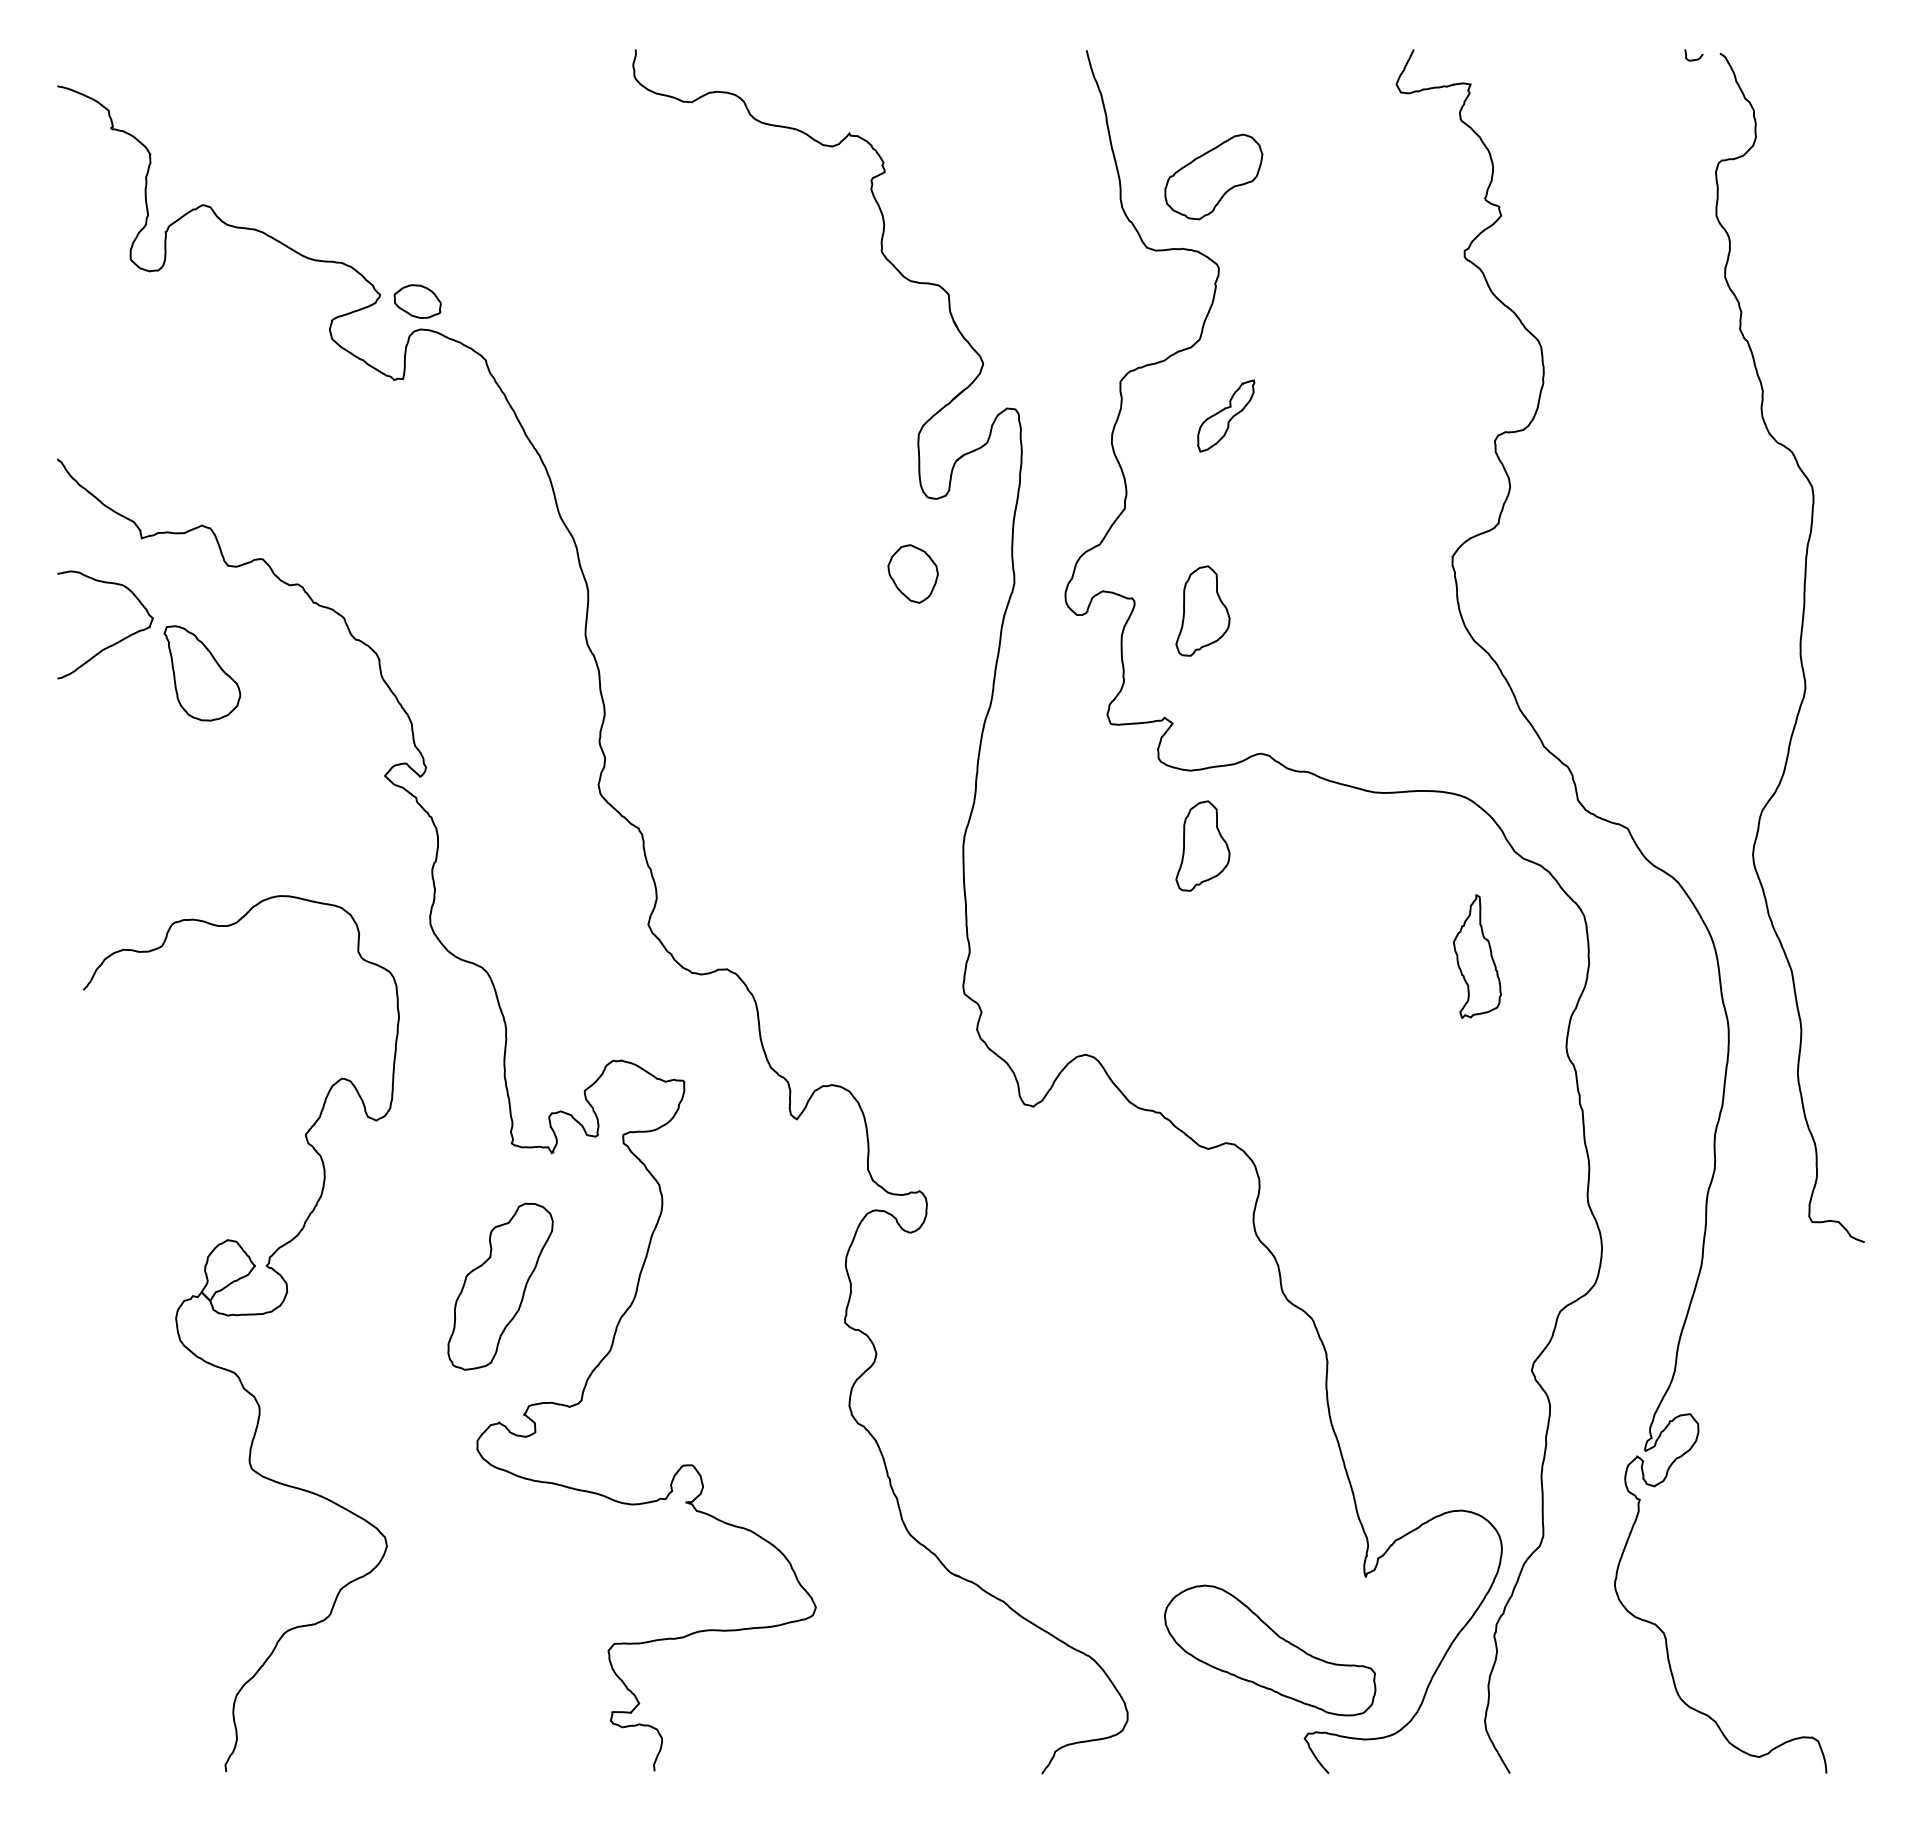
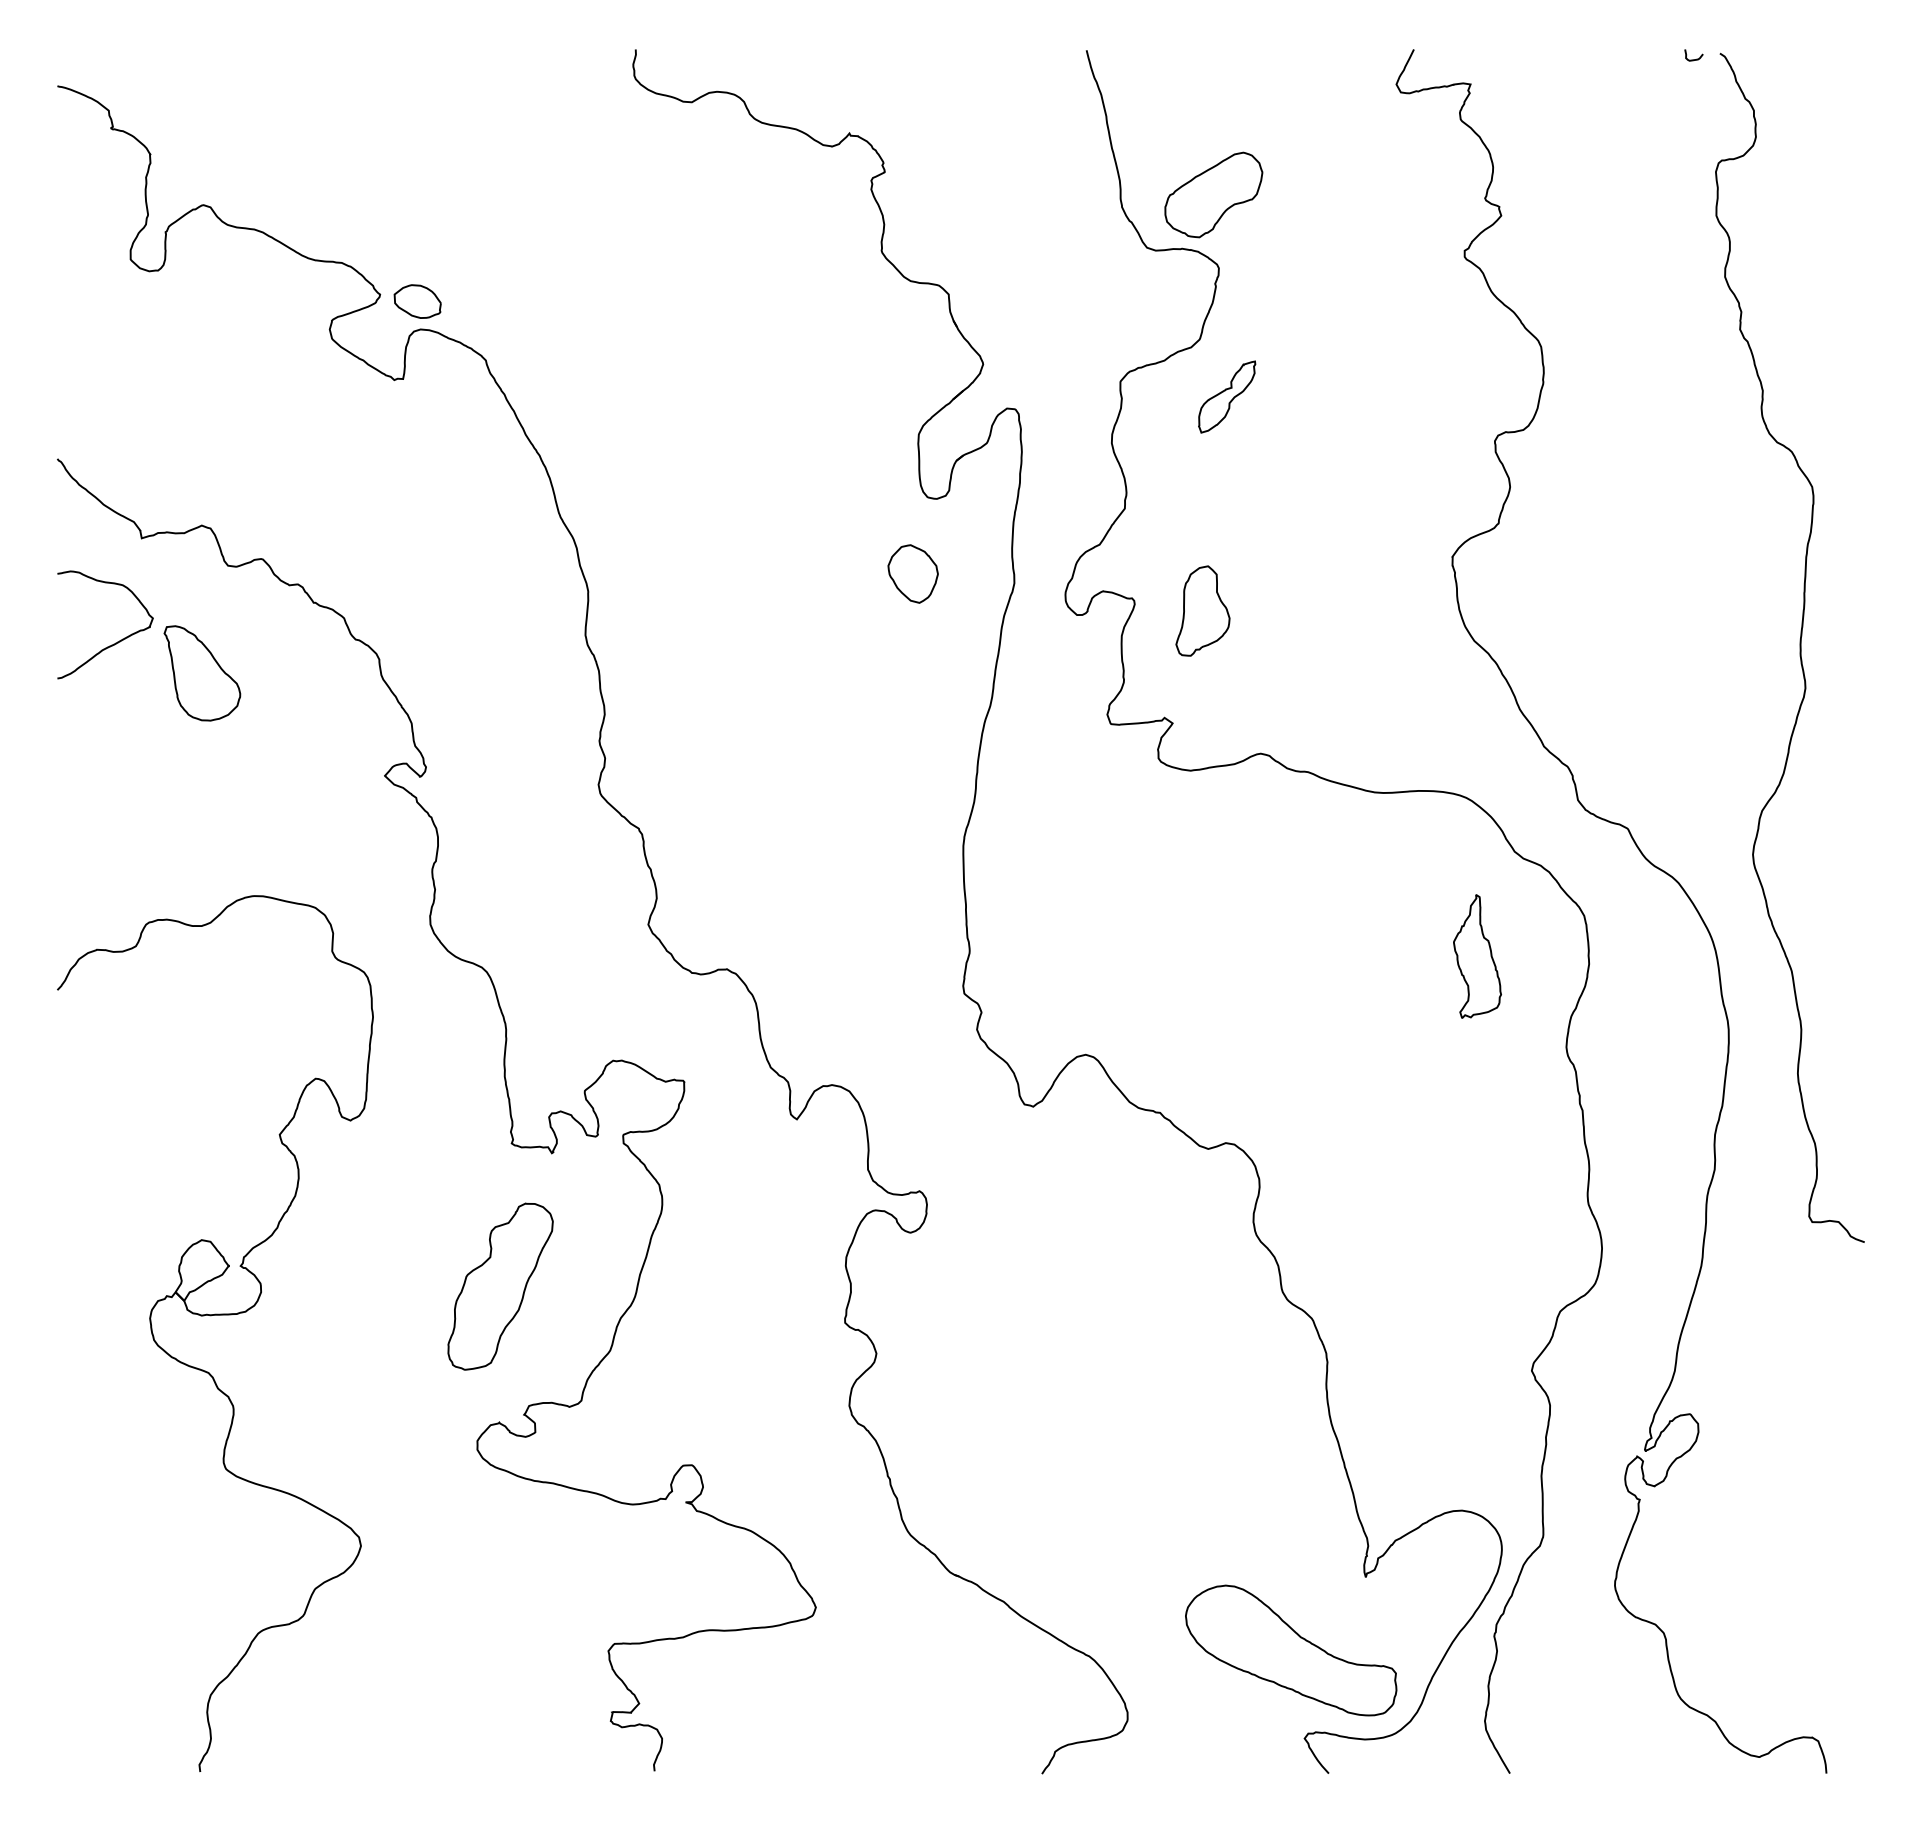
part at (1213, 176) position: (1213, 176) -> (1213, 194)
part at (1226, 415) position: (1226, 415) -> (1227, 396)
part at (1202, 845): present -> none
part at (237, 1316) position: (237, 1316) -> (211, 1316)
part at (1270, 1650) position: (1270, 1650) -> (1291, 1650)
